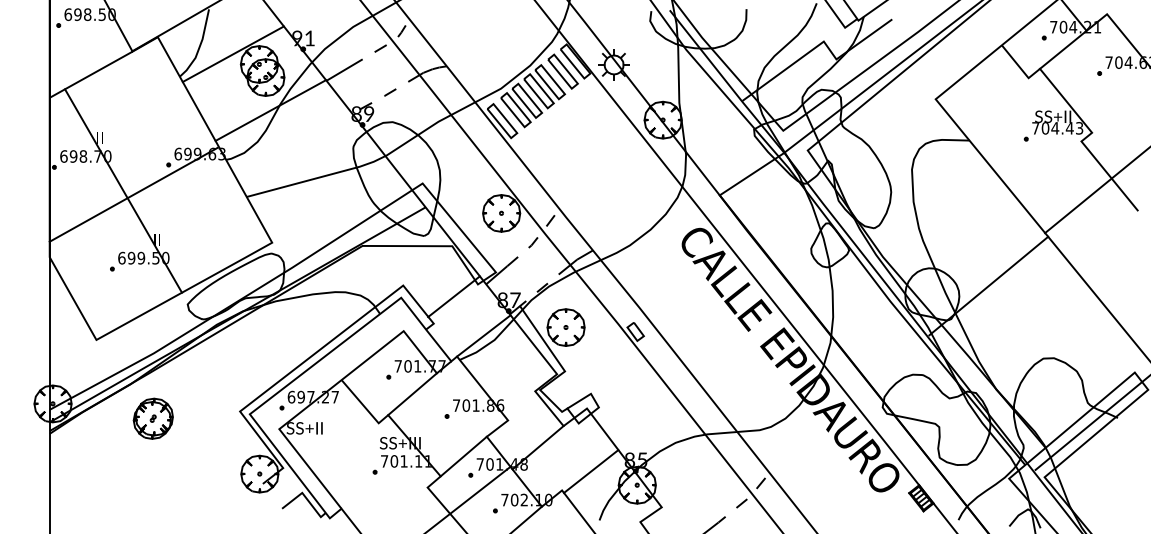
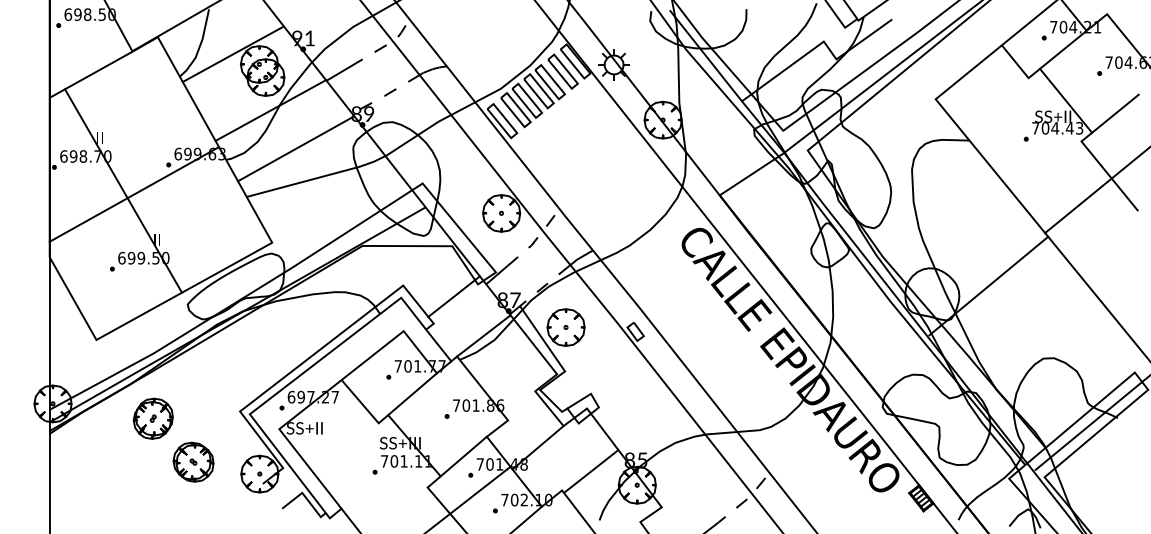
line at (1115, 113): none -> present
line at (296, 148): none -> present
part at (193, 461): none -> present
